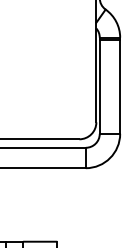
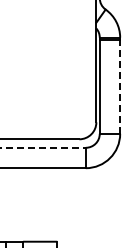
line at (120, 87): solid -> dashed
line at (43, 147): solid -> dashed
